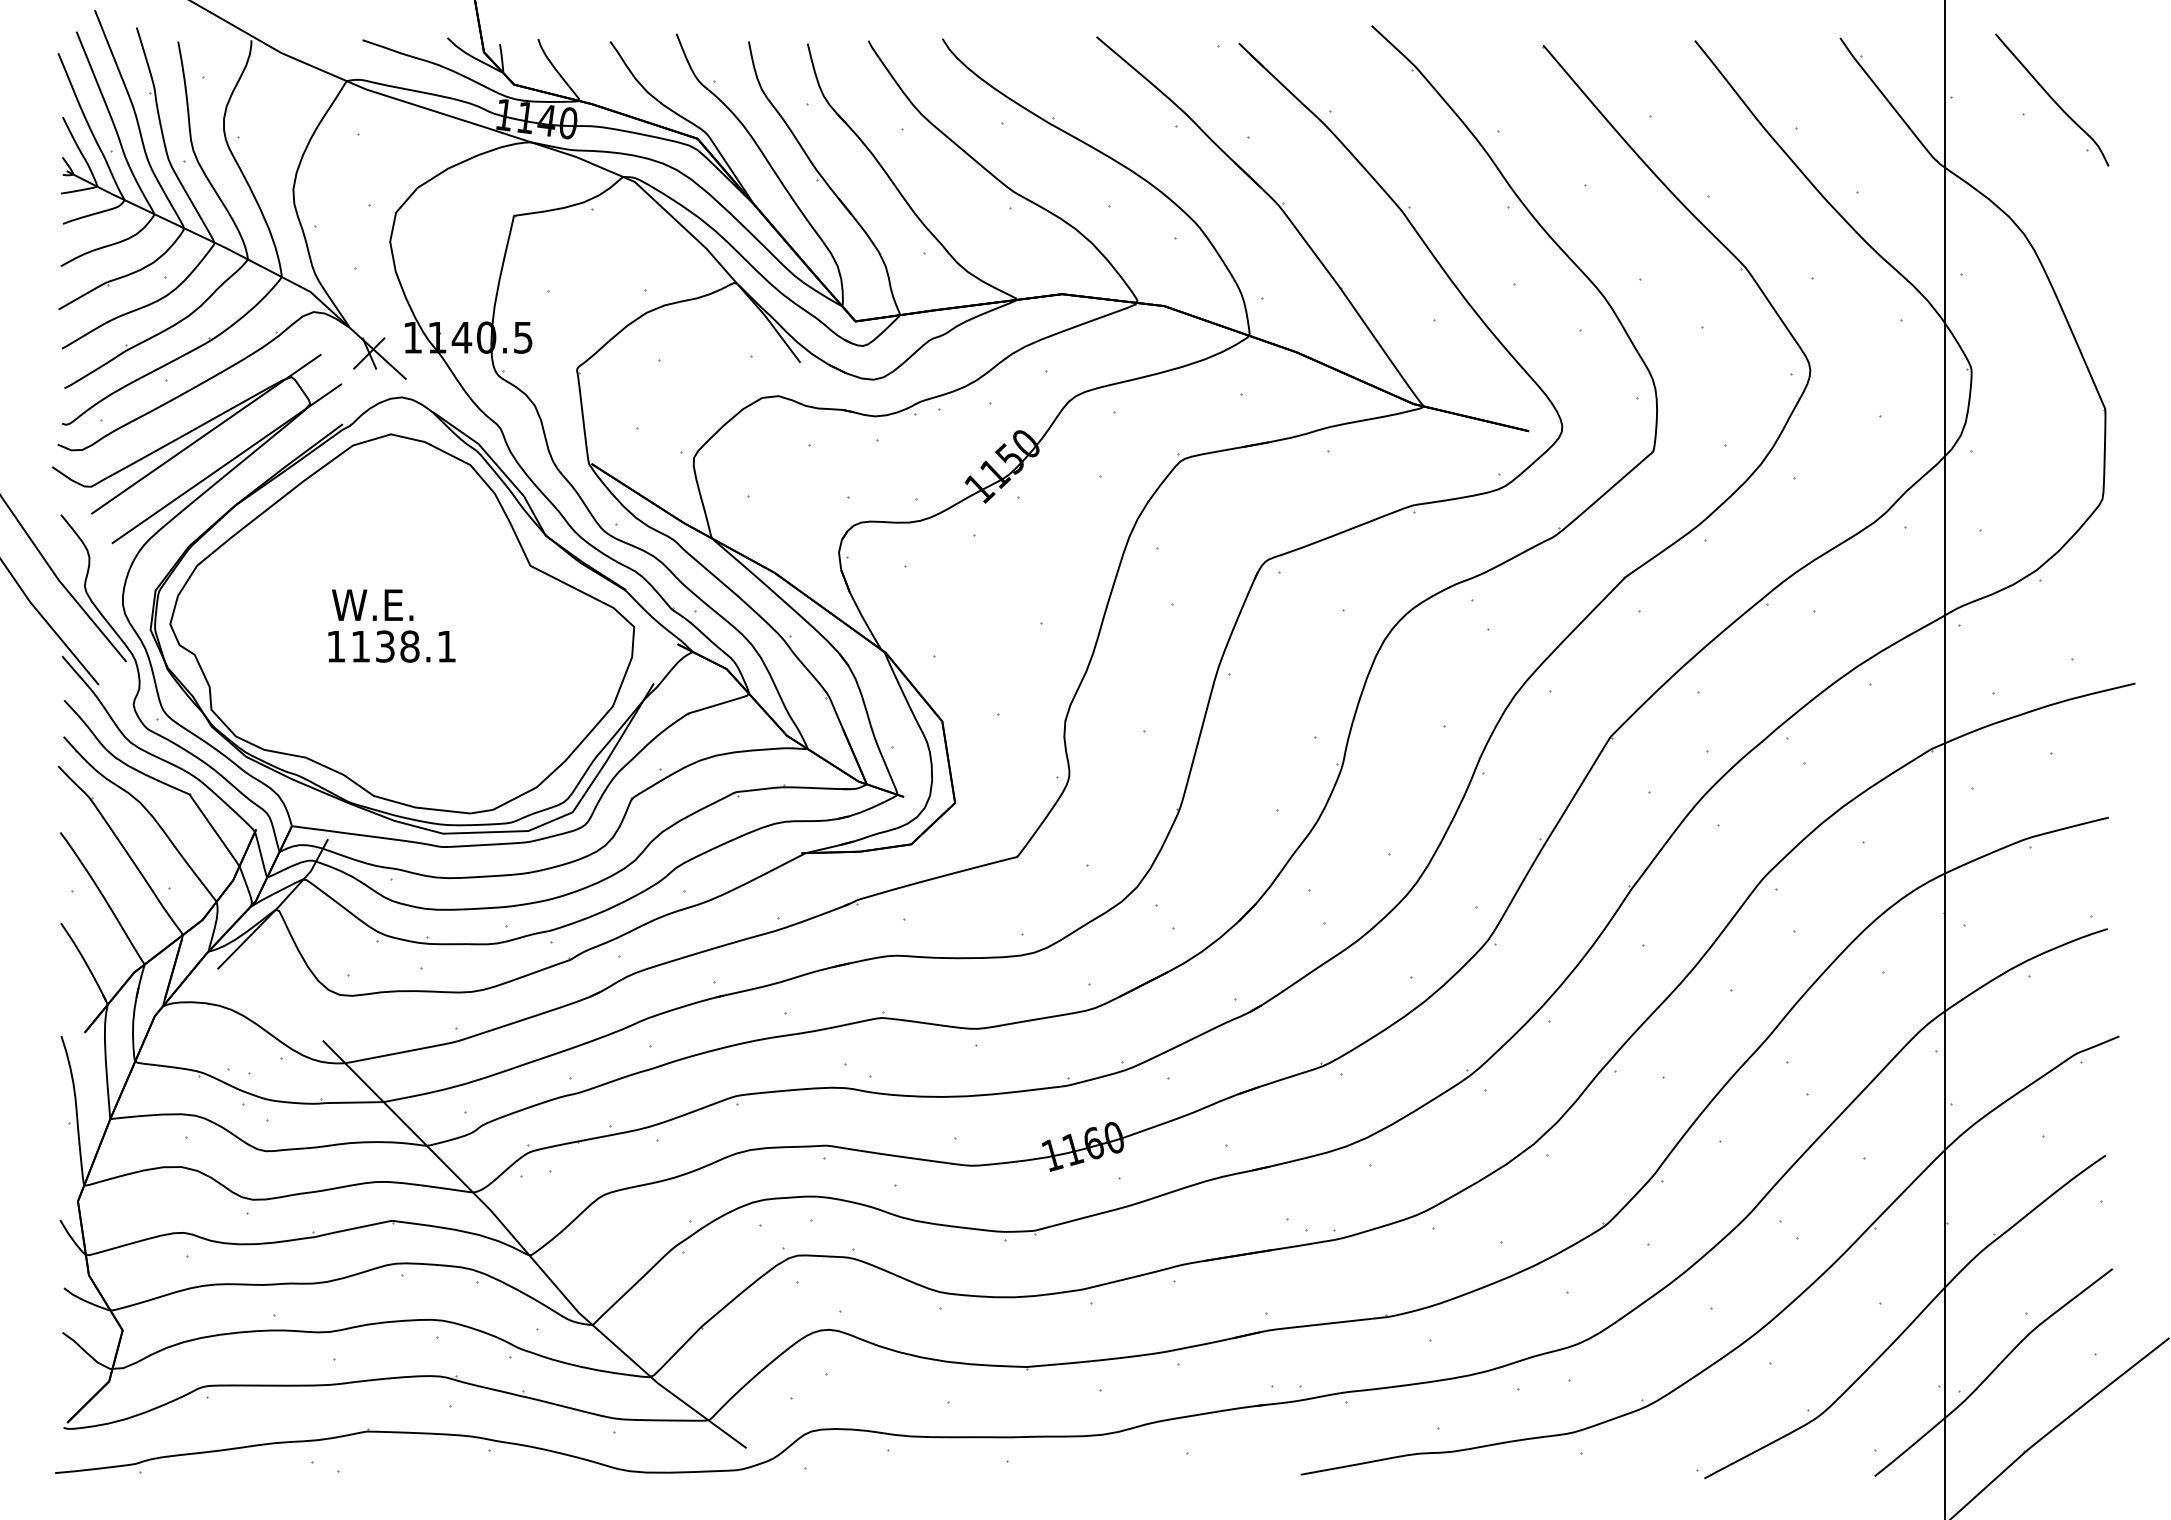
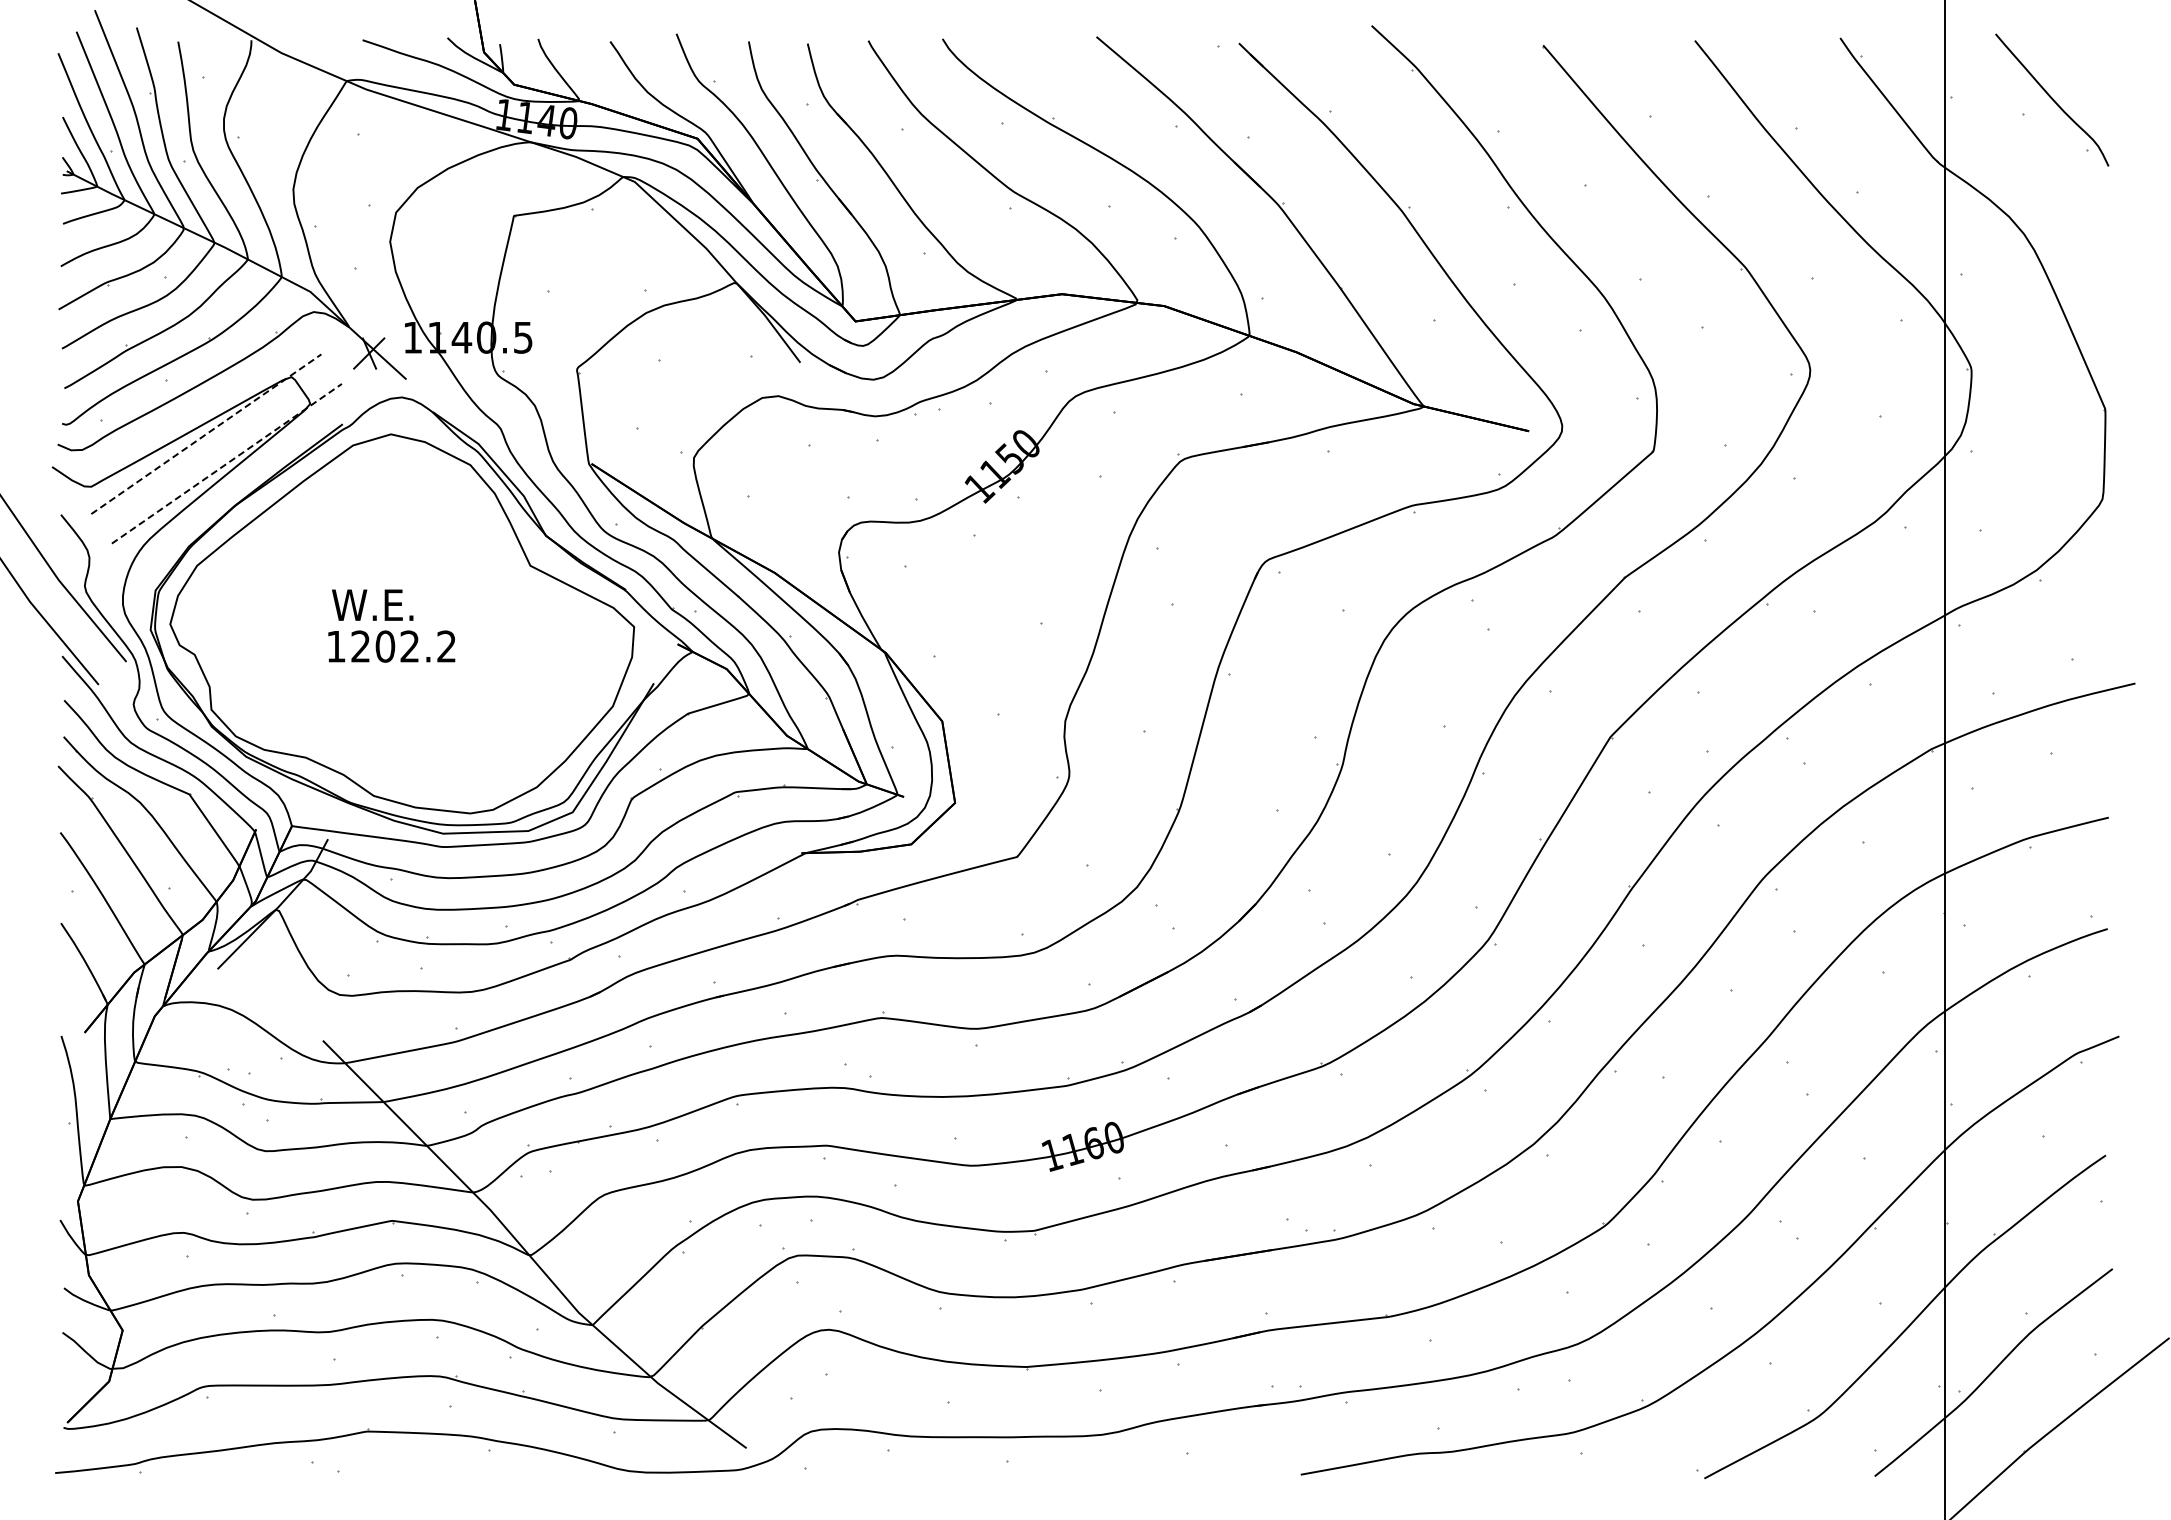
line at (206, 433): solid -> dashed
line at (227, 463): solid -> dashed
text at (403, 646): 1138.1 -> 1202.2
